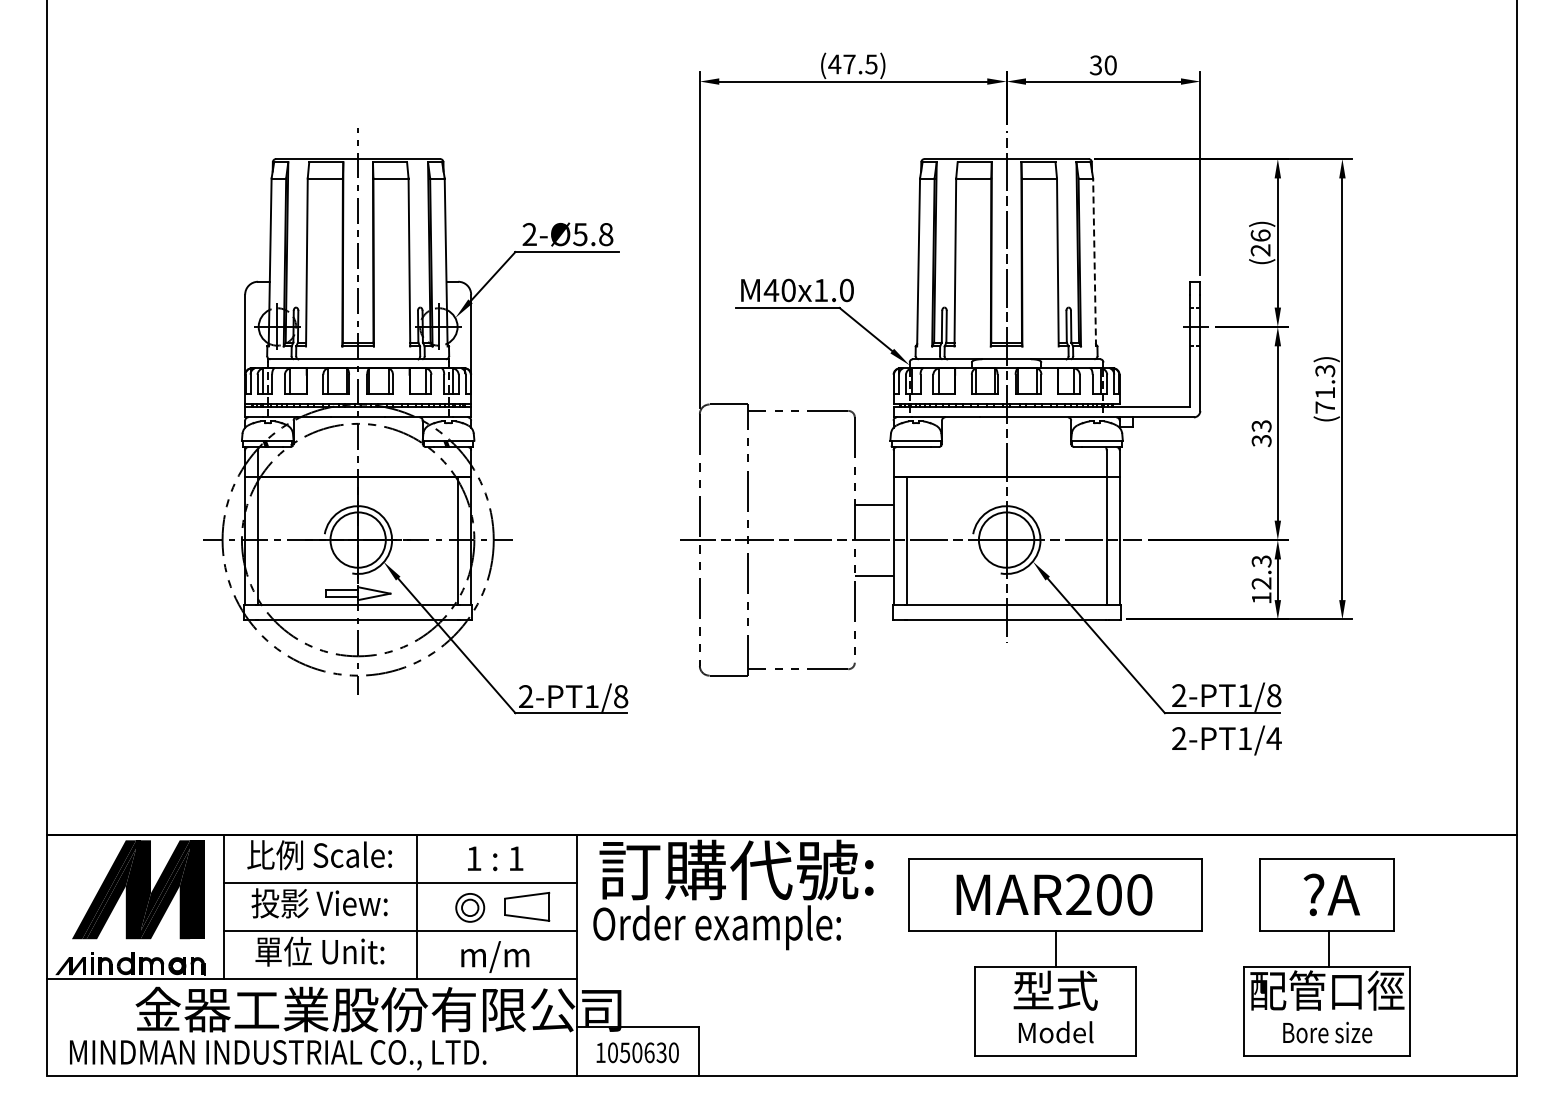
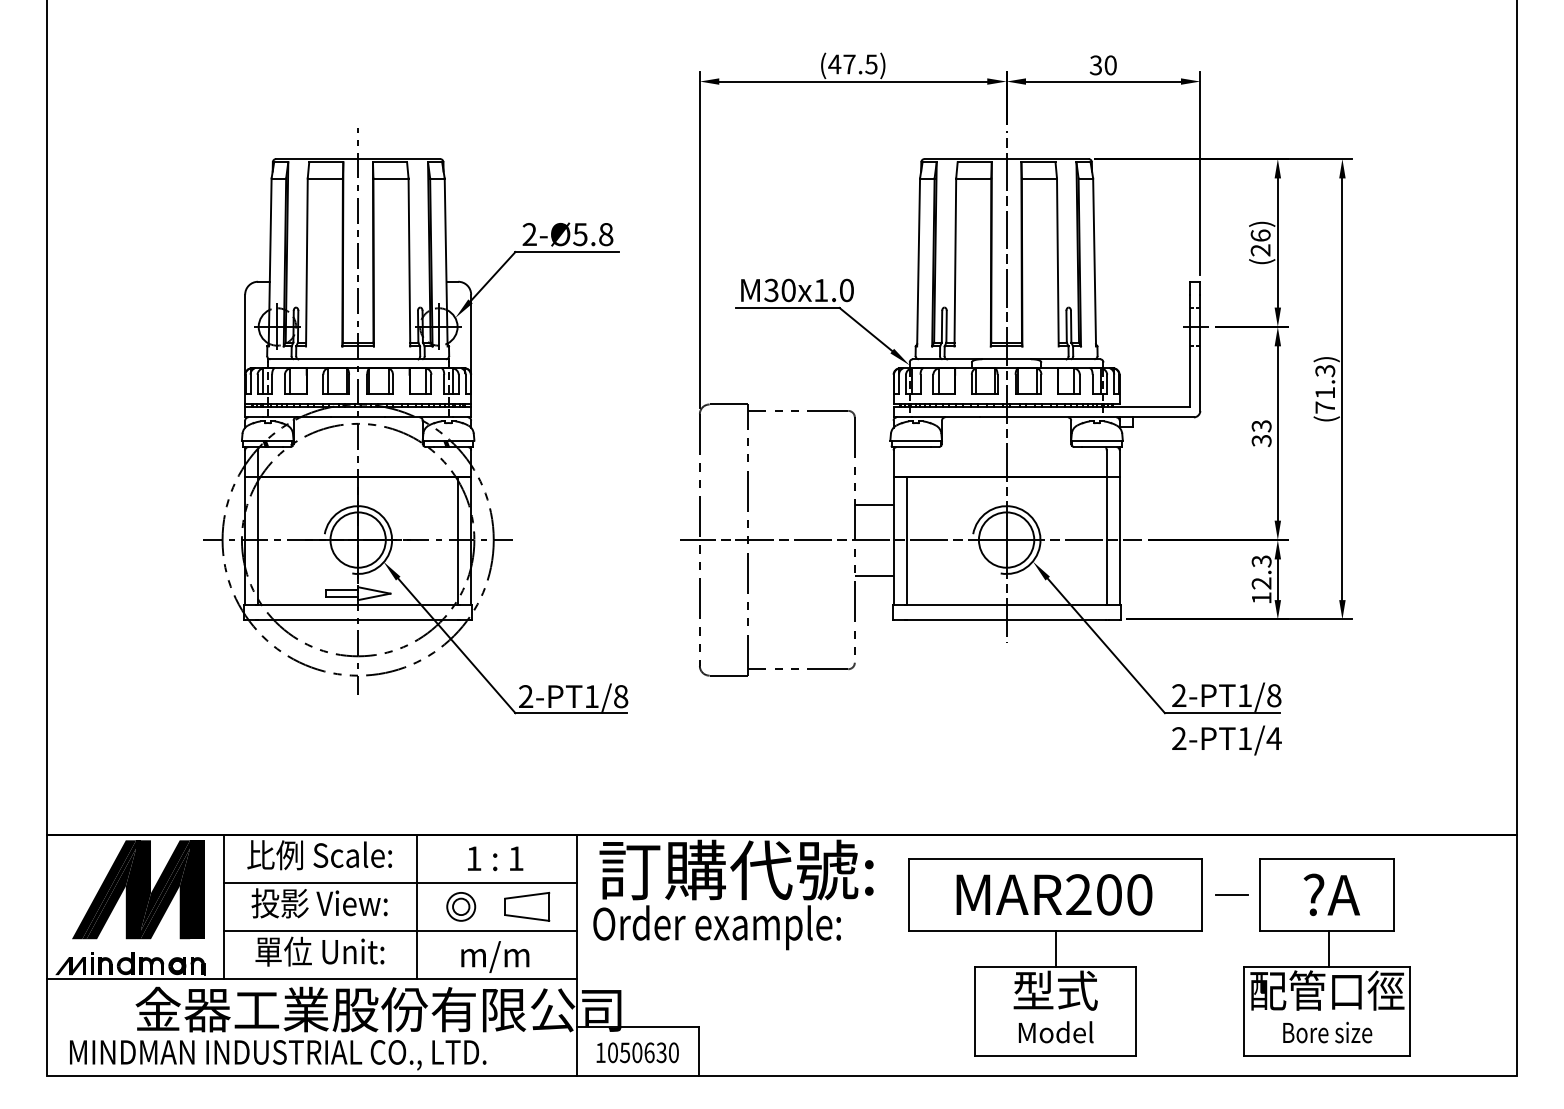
line at (1094, 262): dashed -> solid
text at (771, 290): M40x1.0 -> M30x1.0
line at (1231, 895): none -> present
part at (470, 907) position: (470, 907) -> (461, 906)
